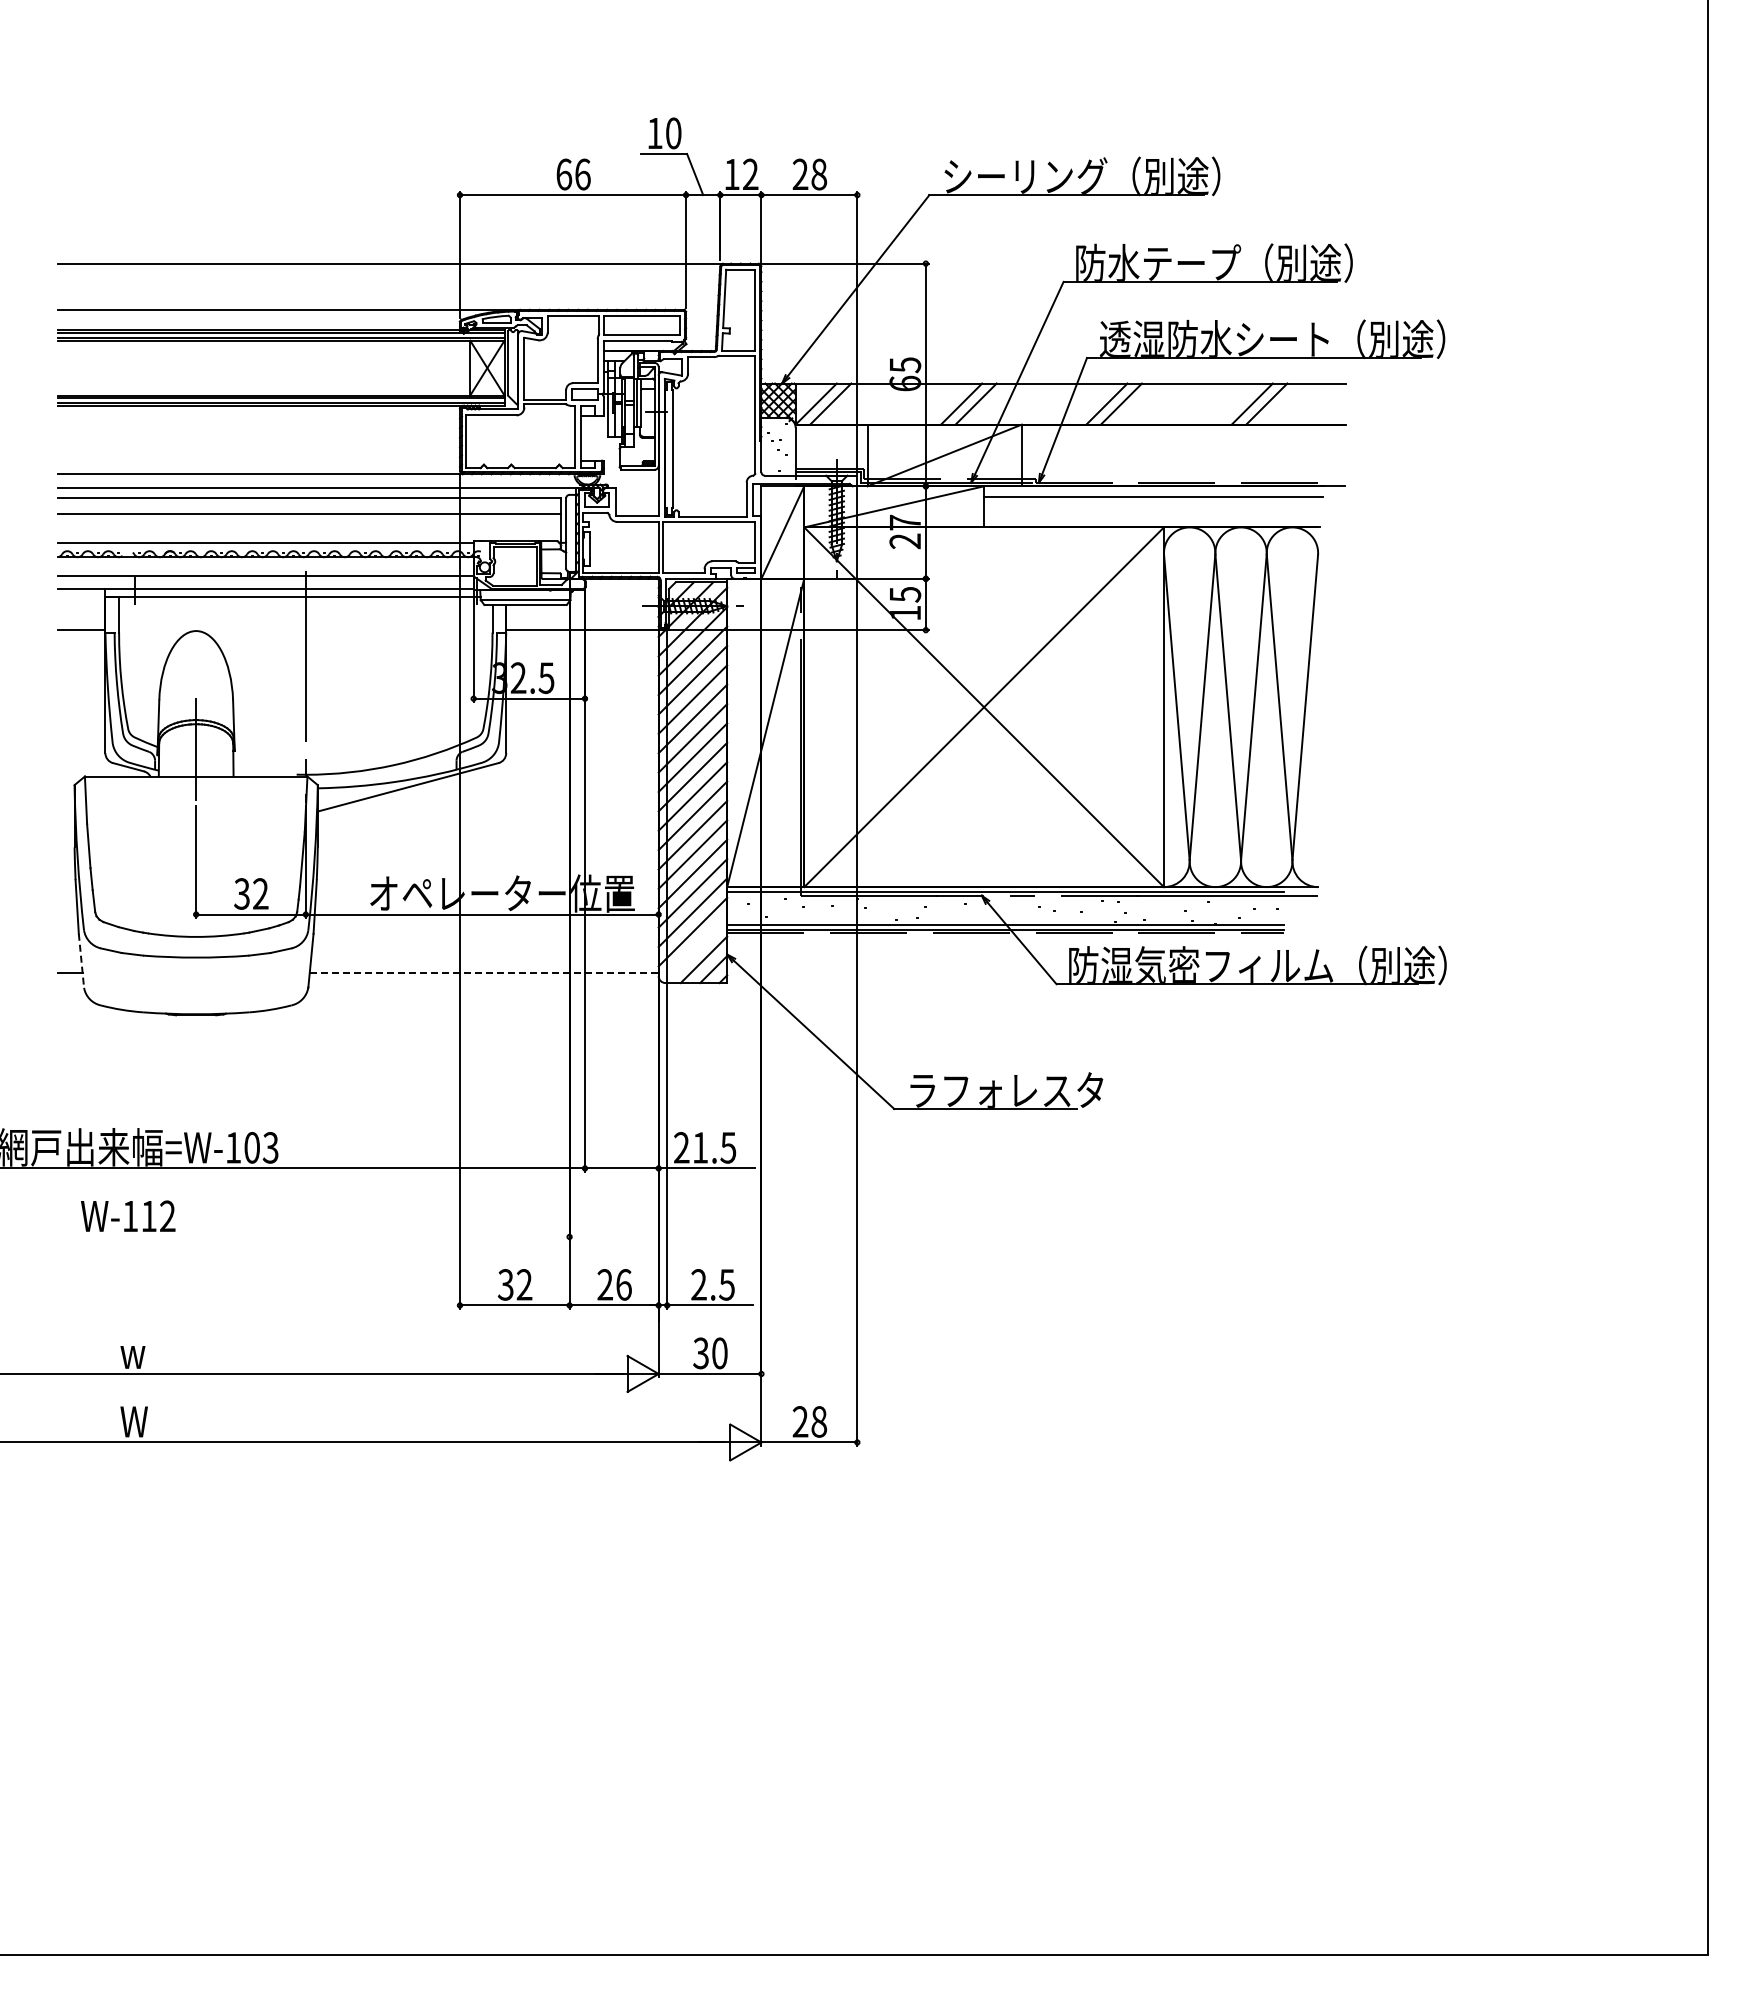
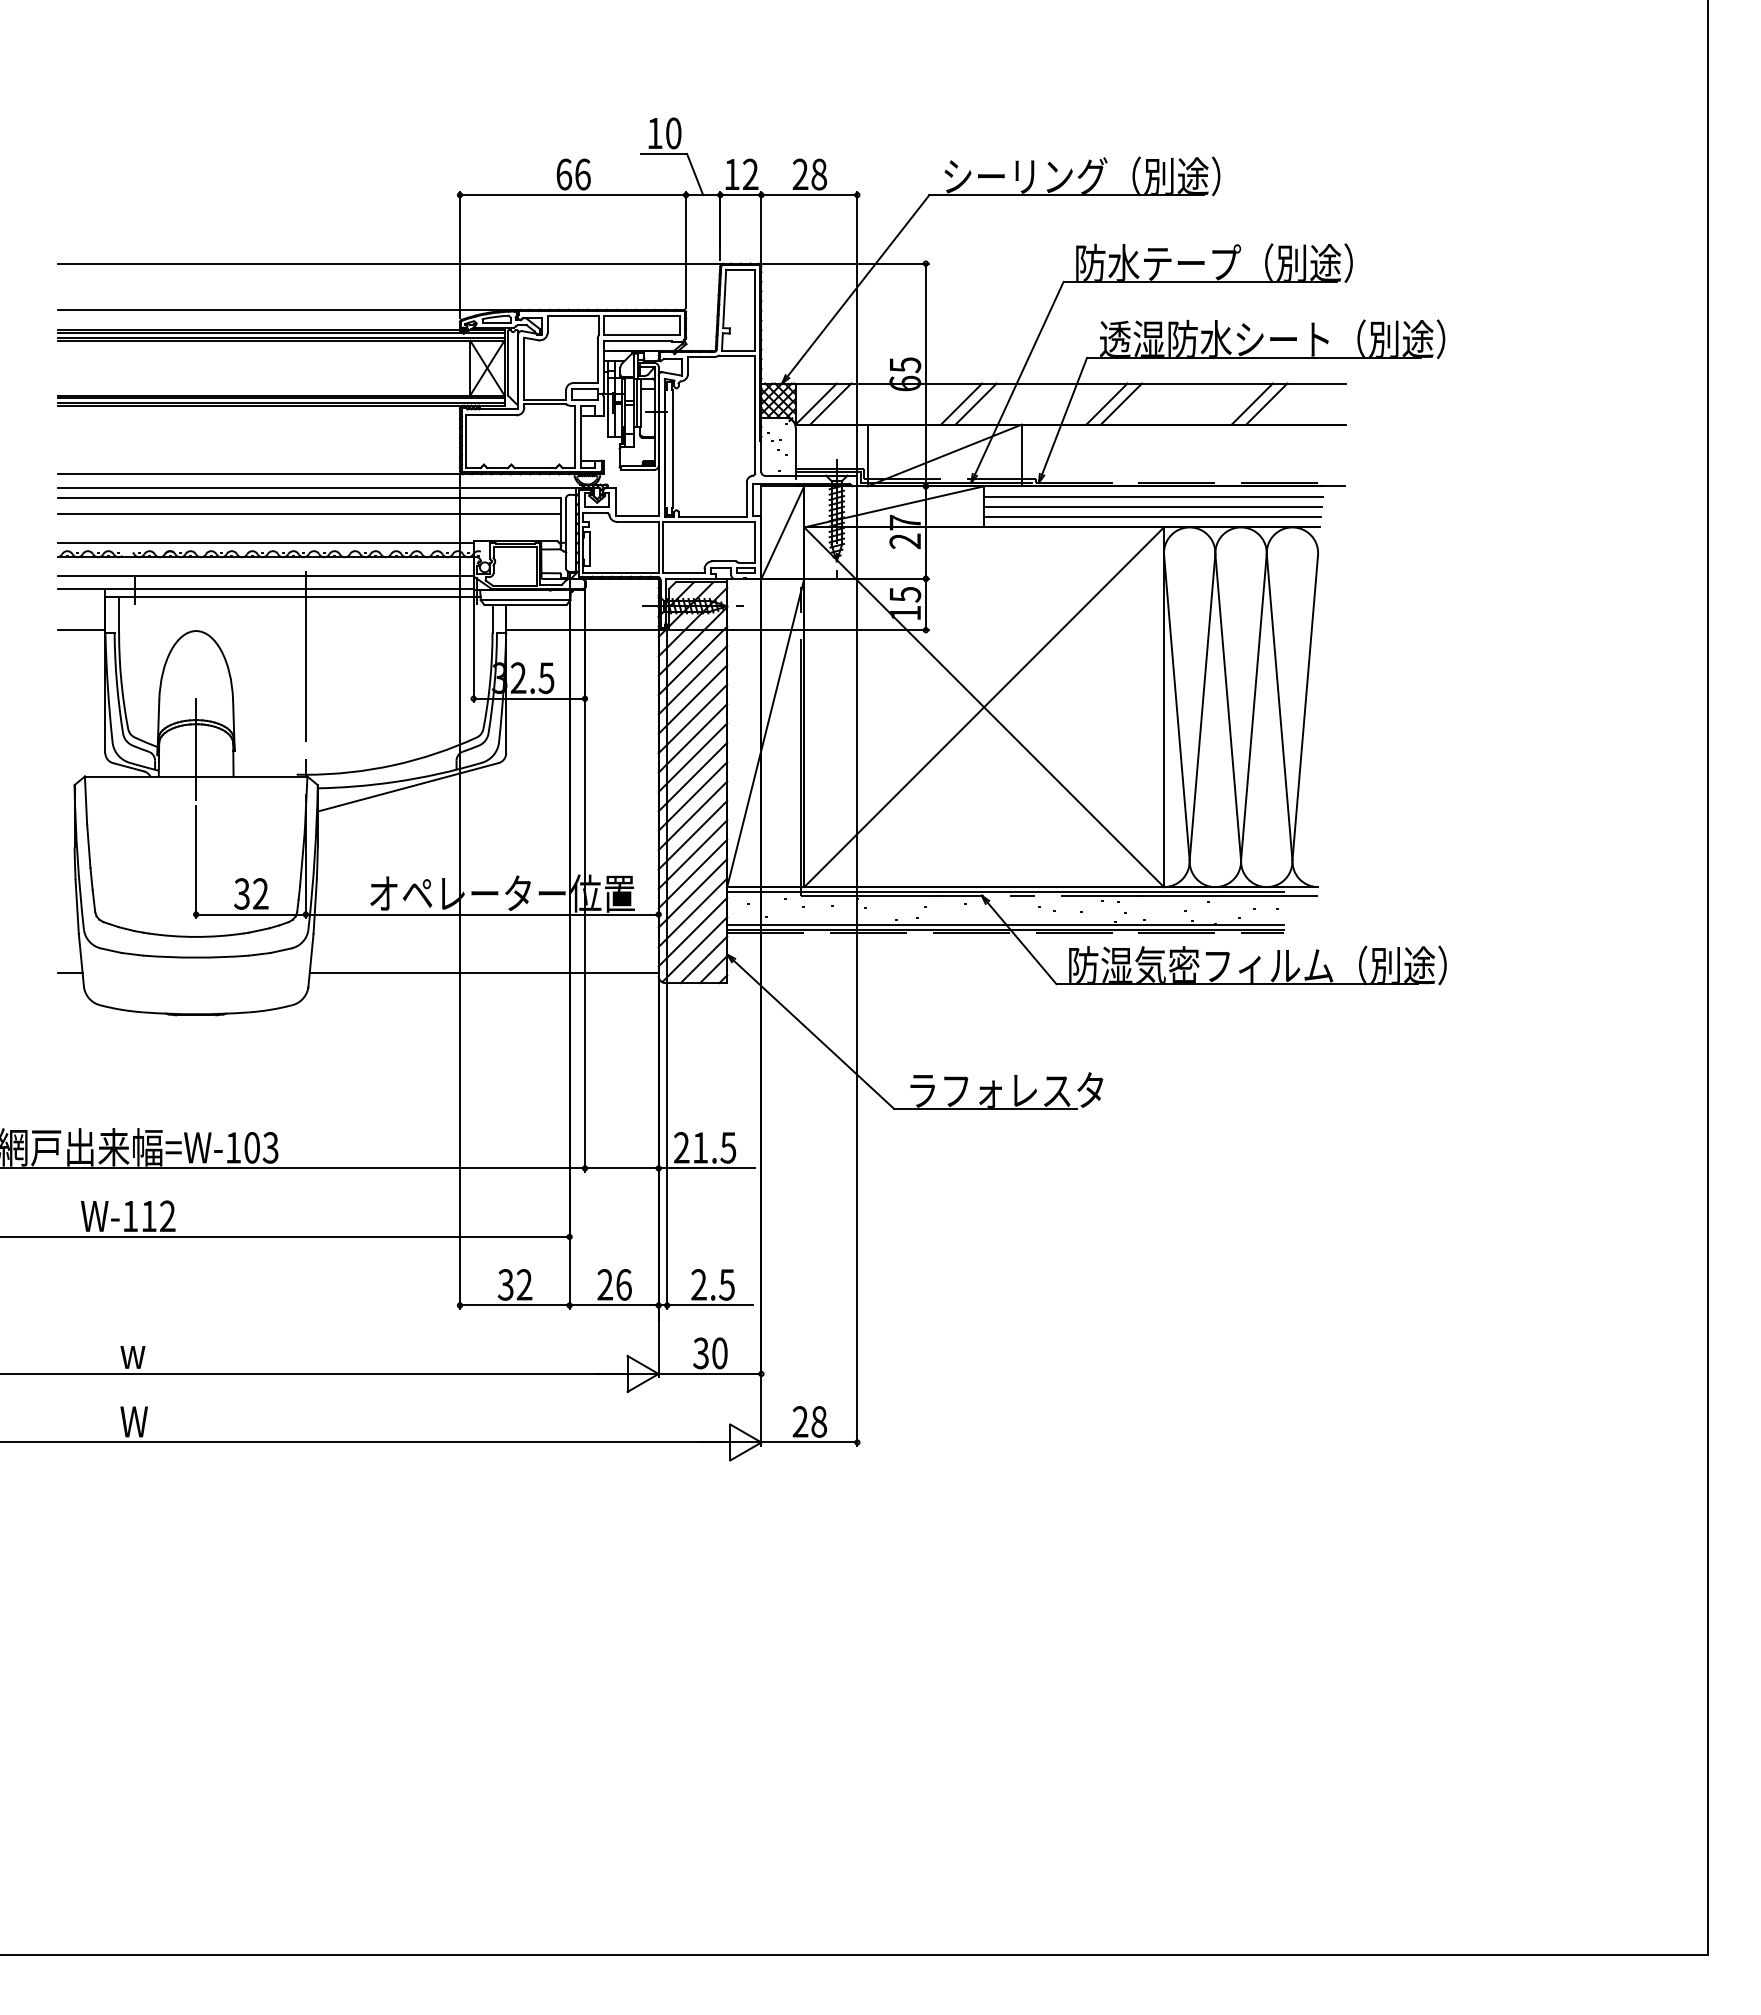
line at (1153, 506): none -> present
line at (1152, 517): none -> present
line at (694, 949): none -> present
line at (81, 960): dashed -> solid
line at (484, 972): dashed -> solid
line at (285, 1236): none -> present
